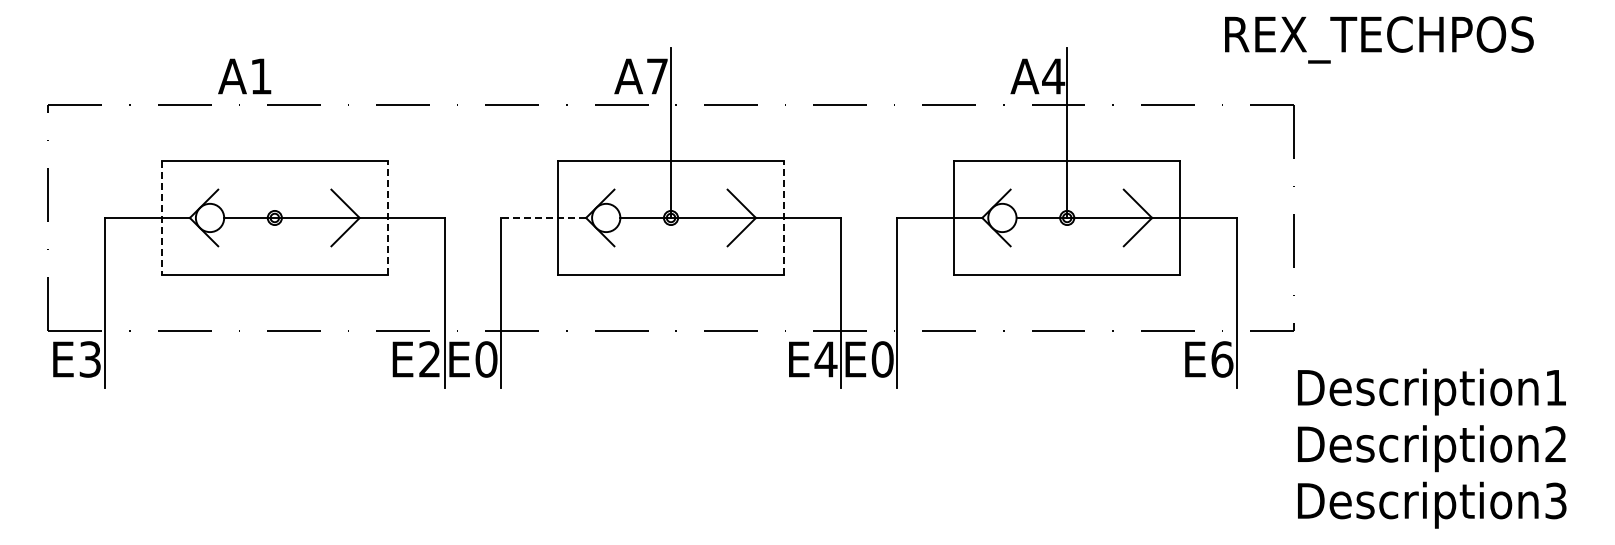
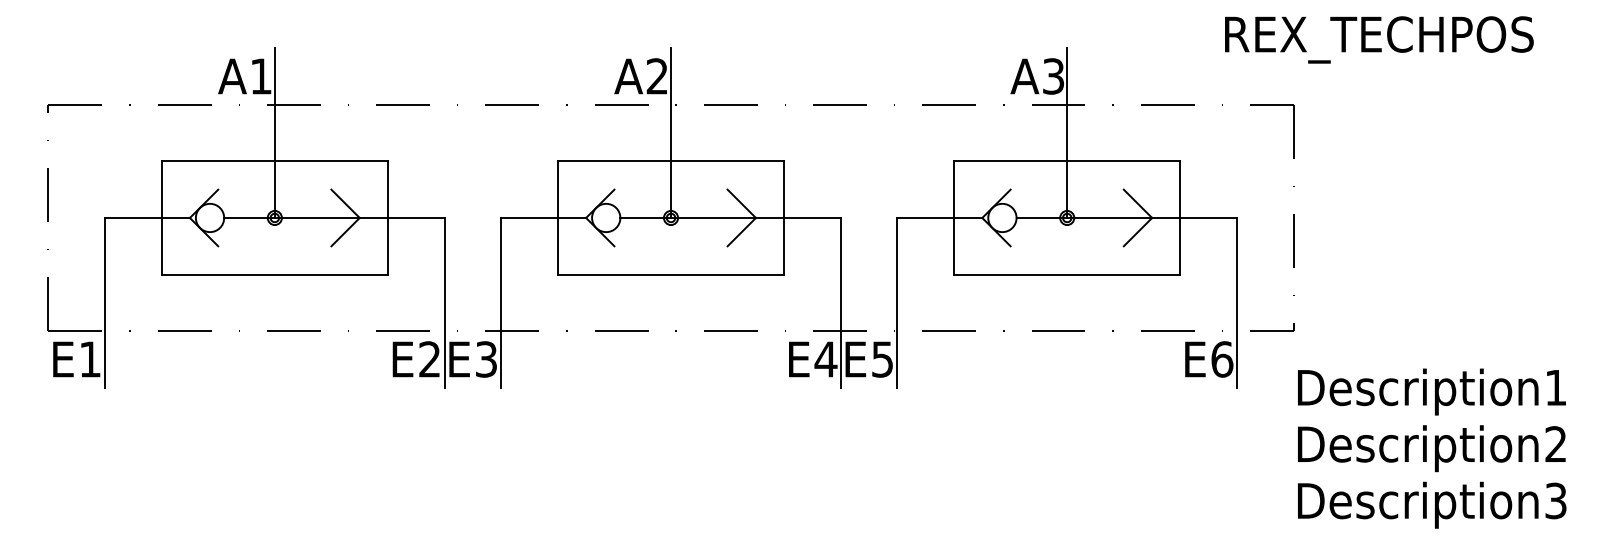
text at (656, 76): A7 -> A2
text at (1053, 76): A4 -> A3
line at (274, 132): none -> present
line at (161, 217): dashed -> solid
line at (388, 217): dashed -> solid
line at (543, 217): dashed -> solid
line at (784, 217): dashed -> solid
text at (89, 359): E3 -> E1
text at (486, 359): E0 -> E3
text at (882, 359): E0 -> E5
